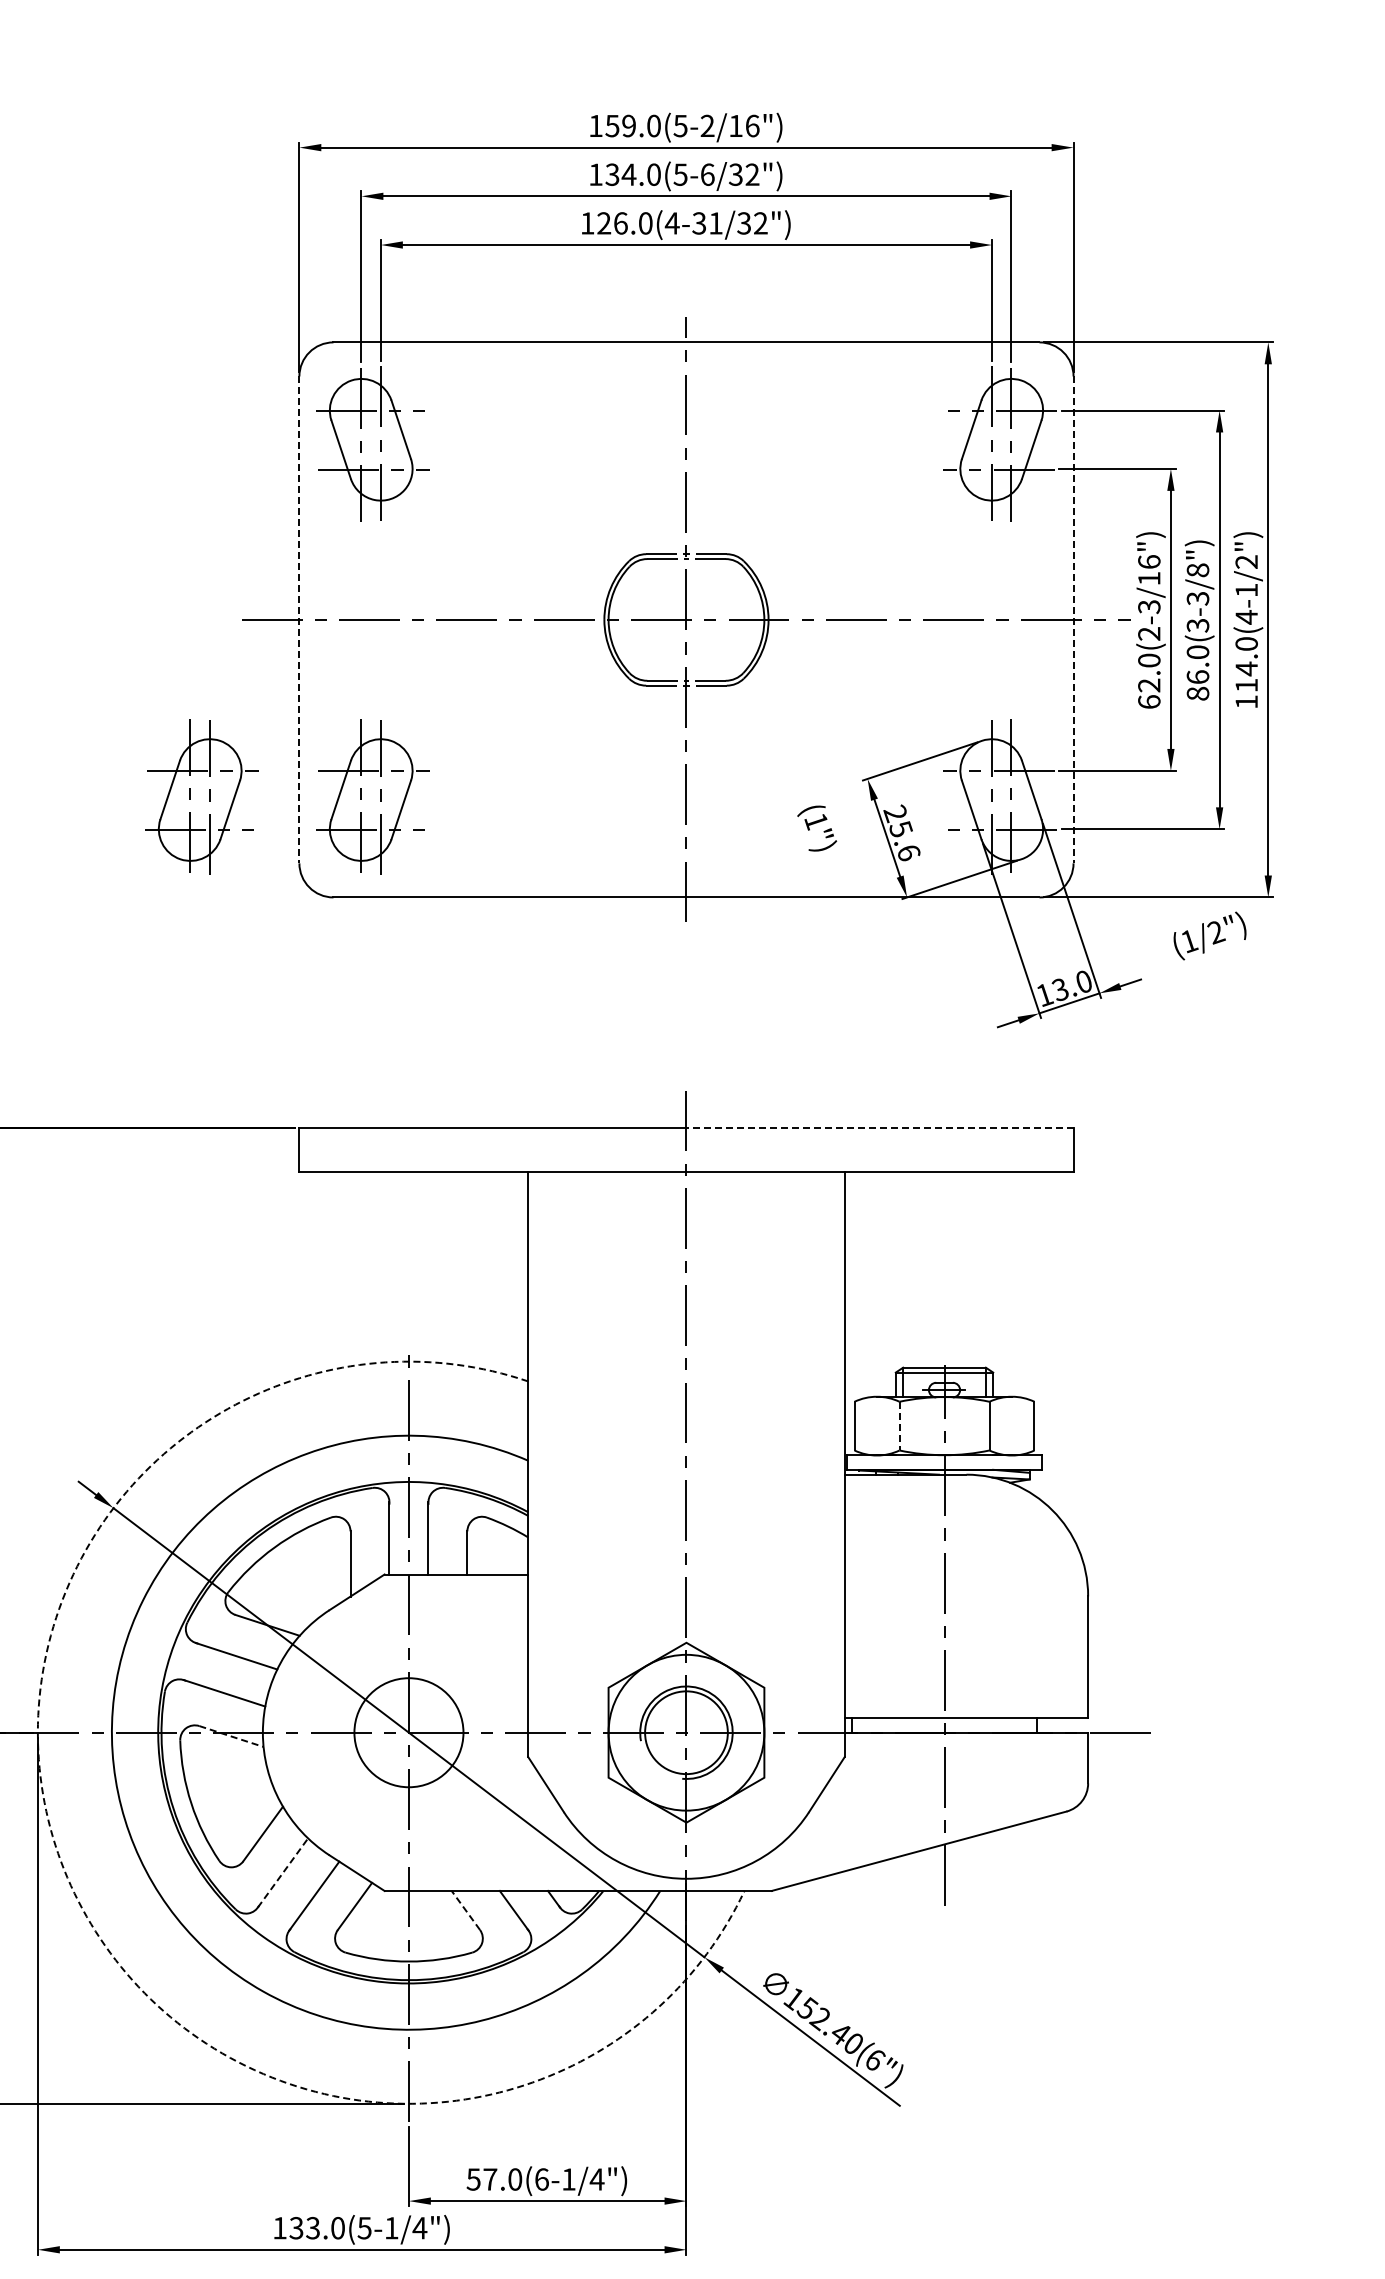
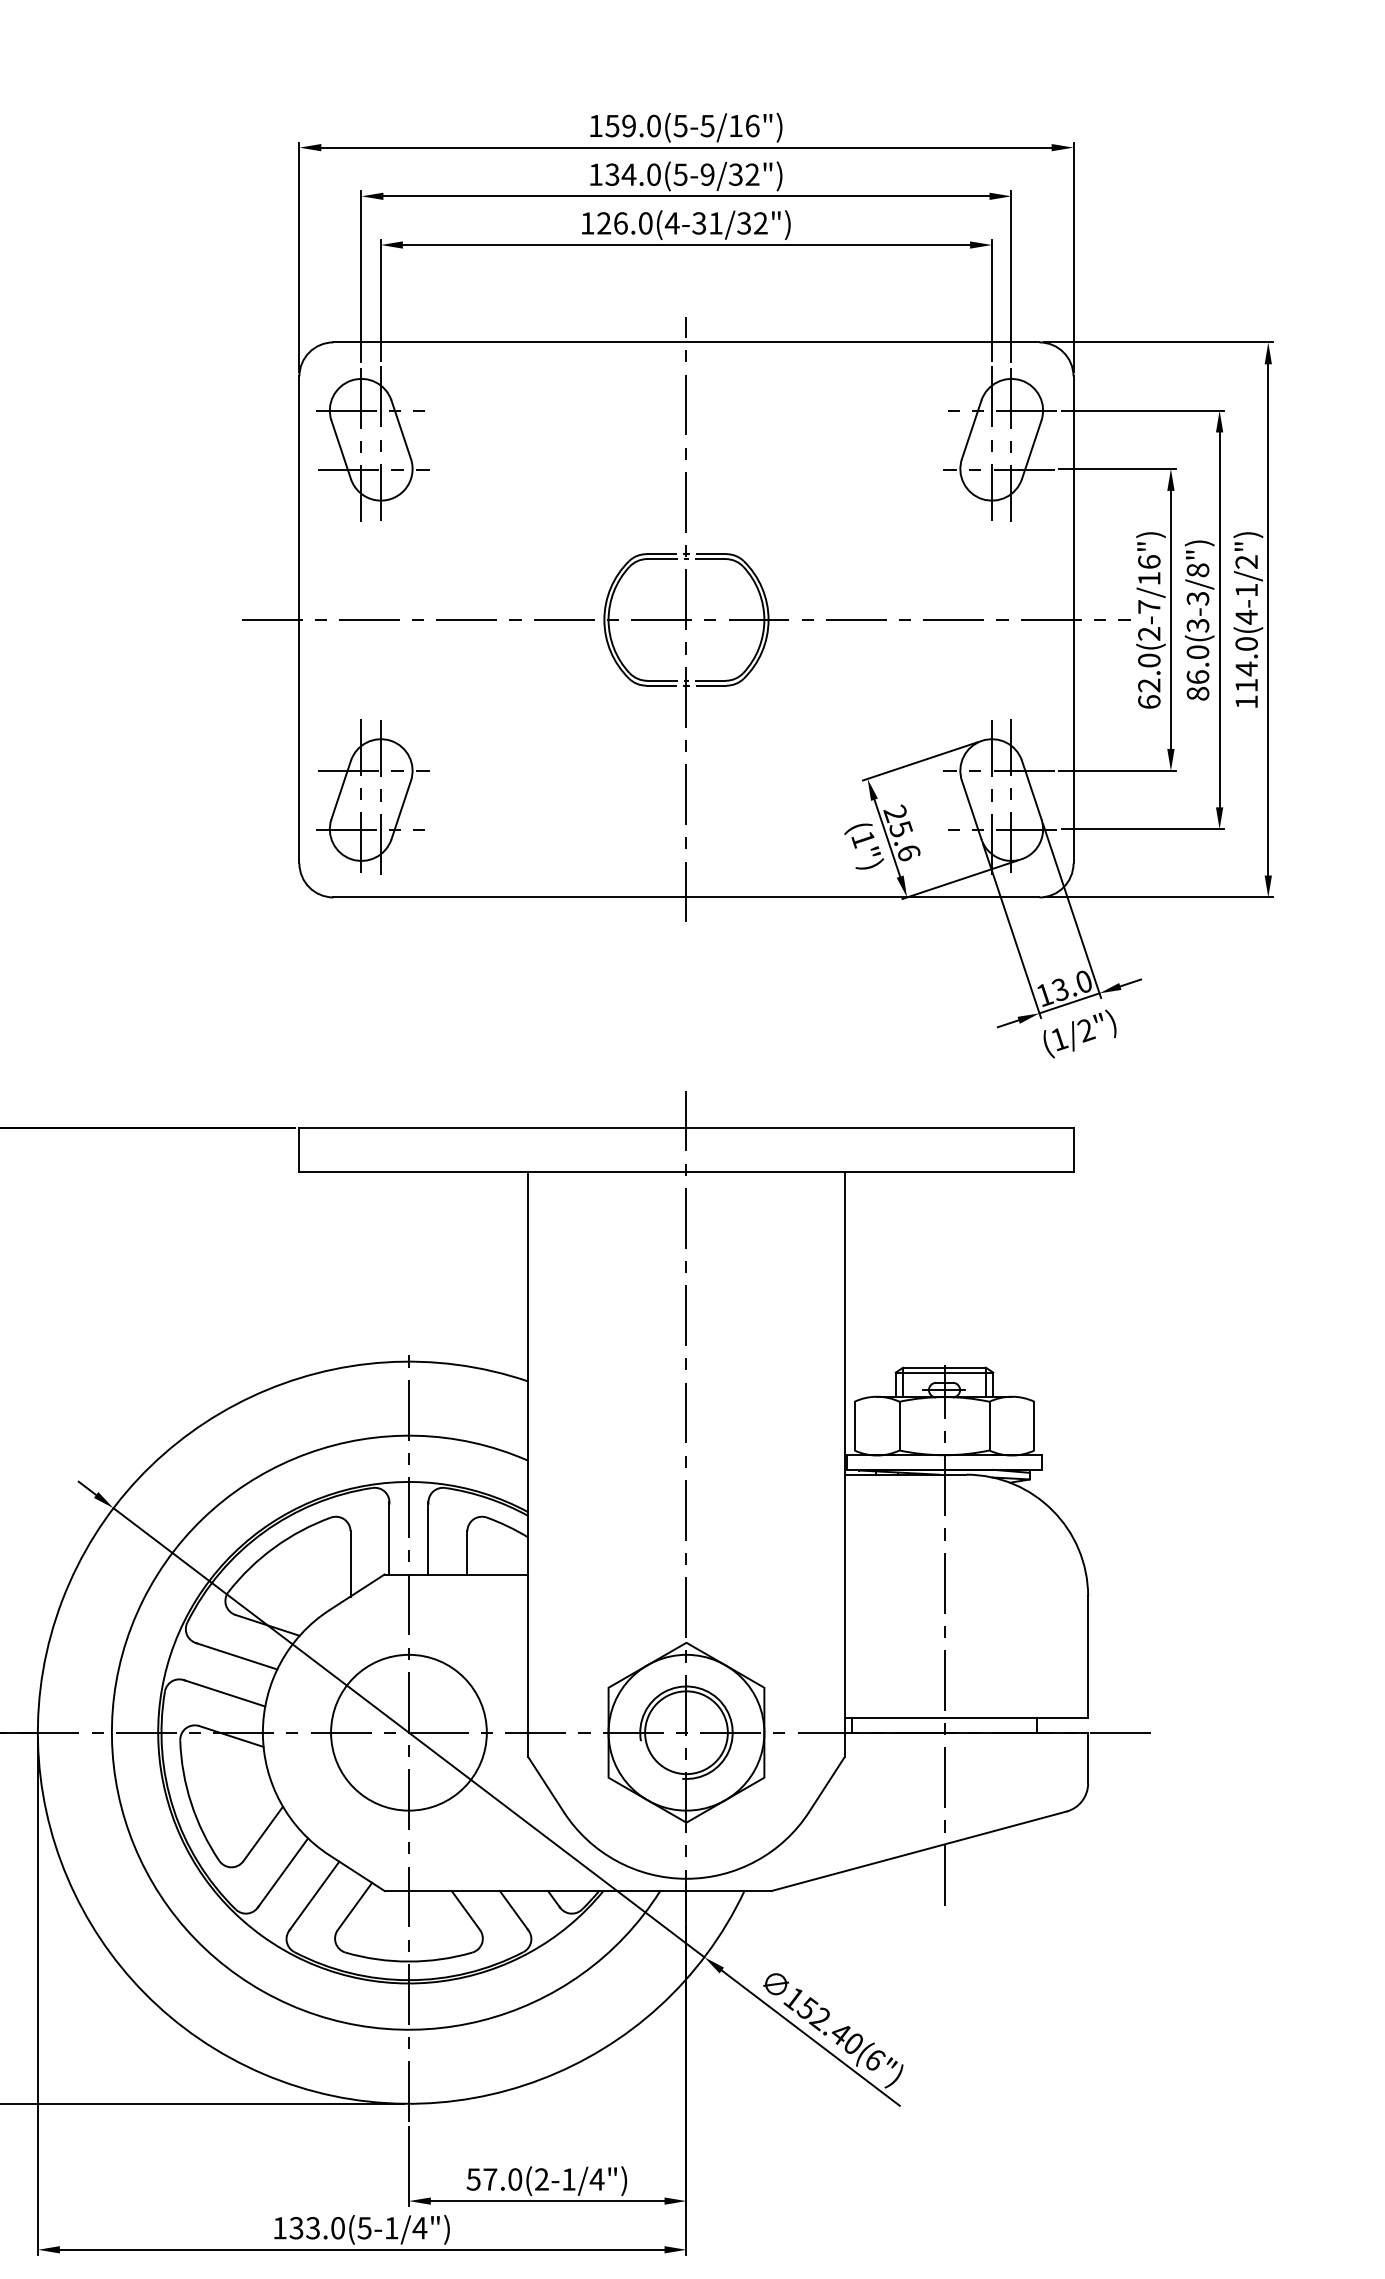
text at (707, 125): 159.0(5-2/16") -> 159.0(5-5/16")
text at (707, 174): 134.0(5-6/32") -> 134.0(5-9/32")
text at (1149, 607): 62.0(2-3/16") -> 62.0(2-7/16")
line at (299, 620): dashed -> solid
line at (1073, 620): dashed -> solid
part at (201, 796): present -> none
text at (817, 828) position: (817, 828) -> (864, 846)
text at (1209, 935) position: (1209, 935) -> (1079, 1033)
line at (880, 1128): dashed -> solid
line at (899, 1426): dashed -> solid
circle at (408, 1732) diameter: 109 px -> 156 px
line at (231, 1736): dashed -> solid
line at (282, 1873): dashed -> solid
arc at (67, 1877): dashed -> solid
line at (465, 1910): dashed -> solid
text at (541, 2179): 57.0(6-1/4") -> 57.0(2-1/4")
